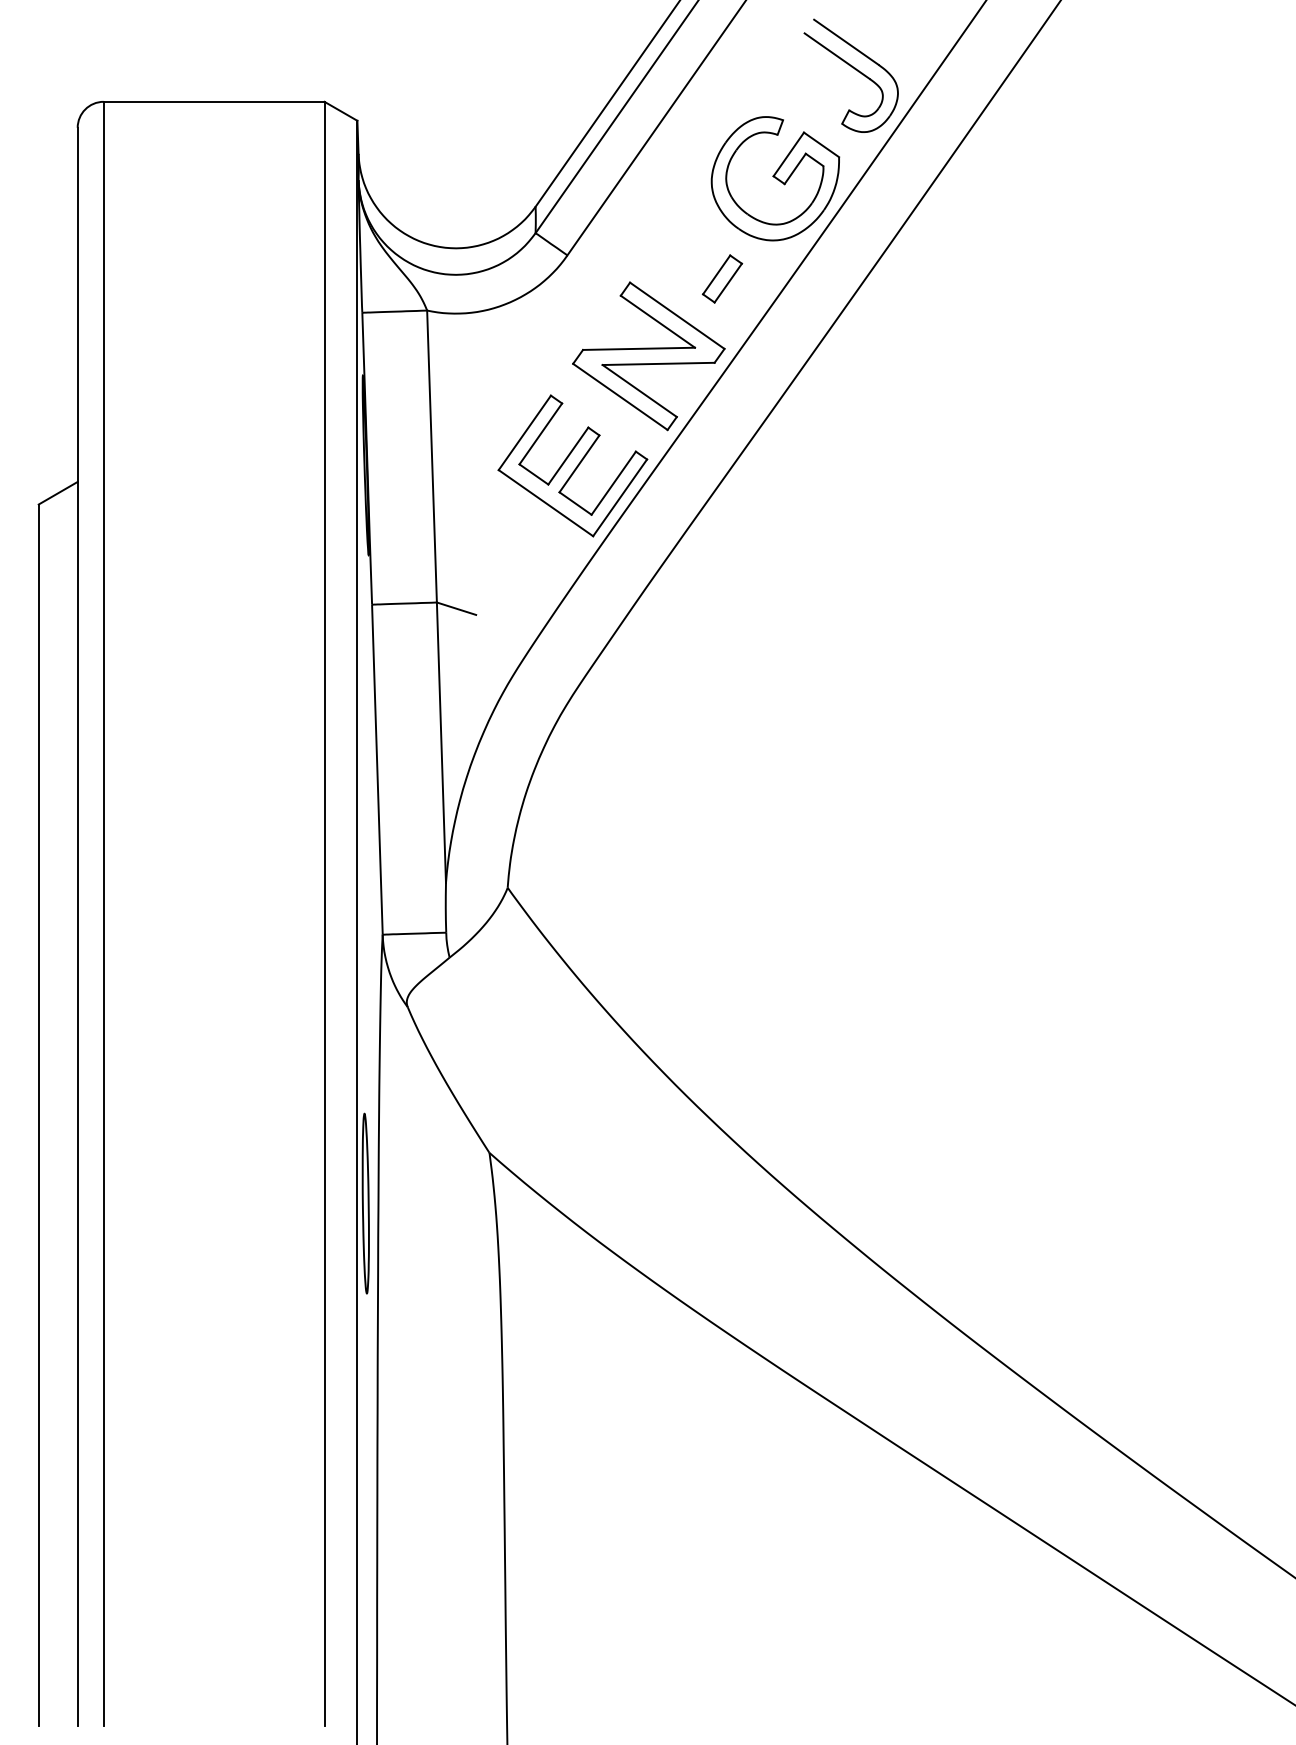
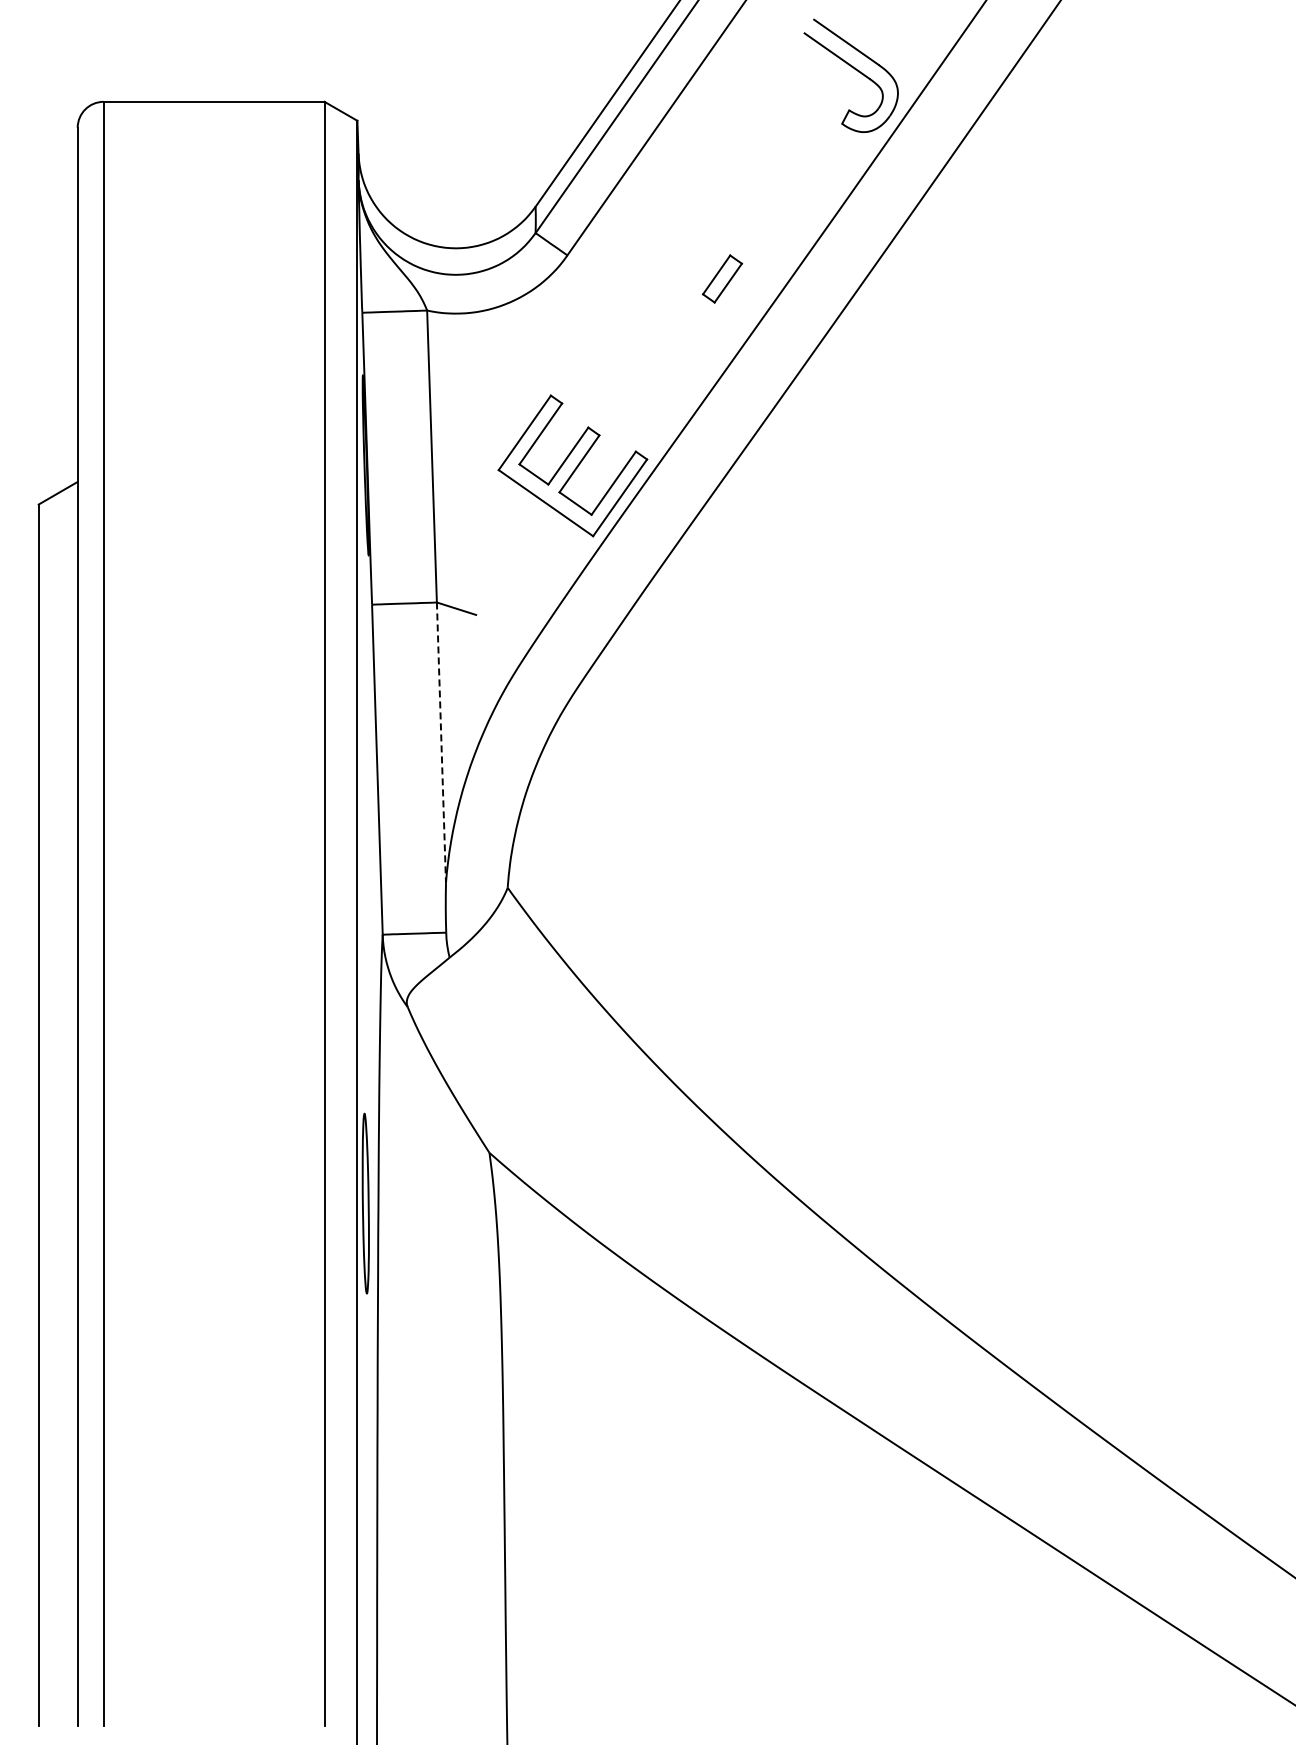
part at (775, 178): present -> none
part at (648, 356): present -> none
line at (441, 743): solid -> dashed
